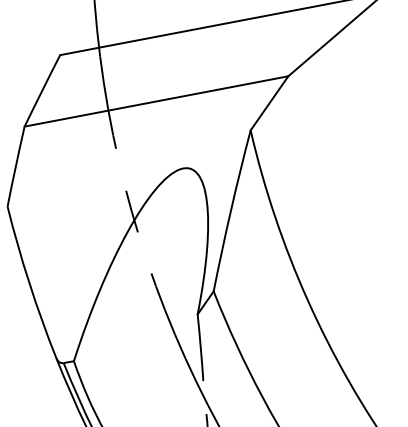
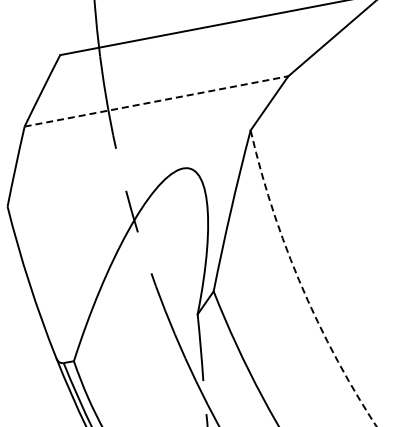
line at (156, 101): solid -> dashed
arc at (301, 284): solid -> dashed
